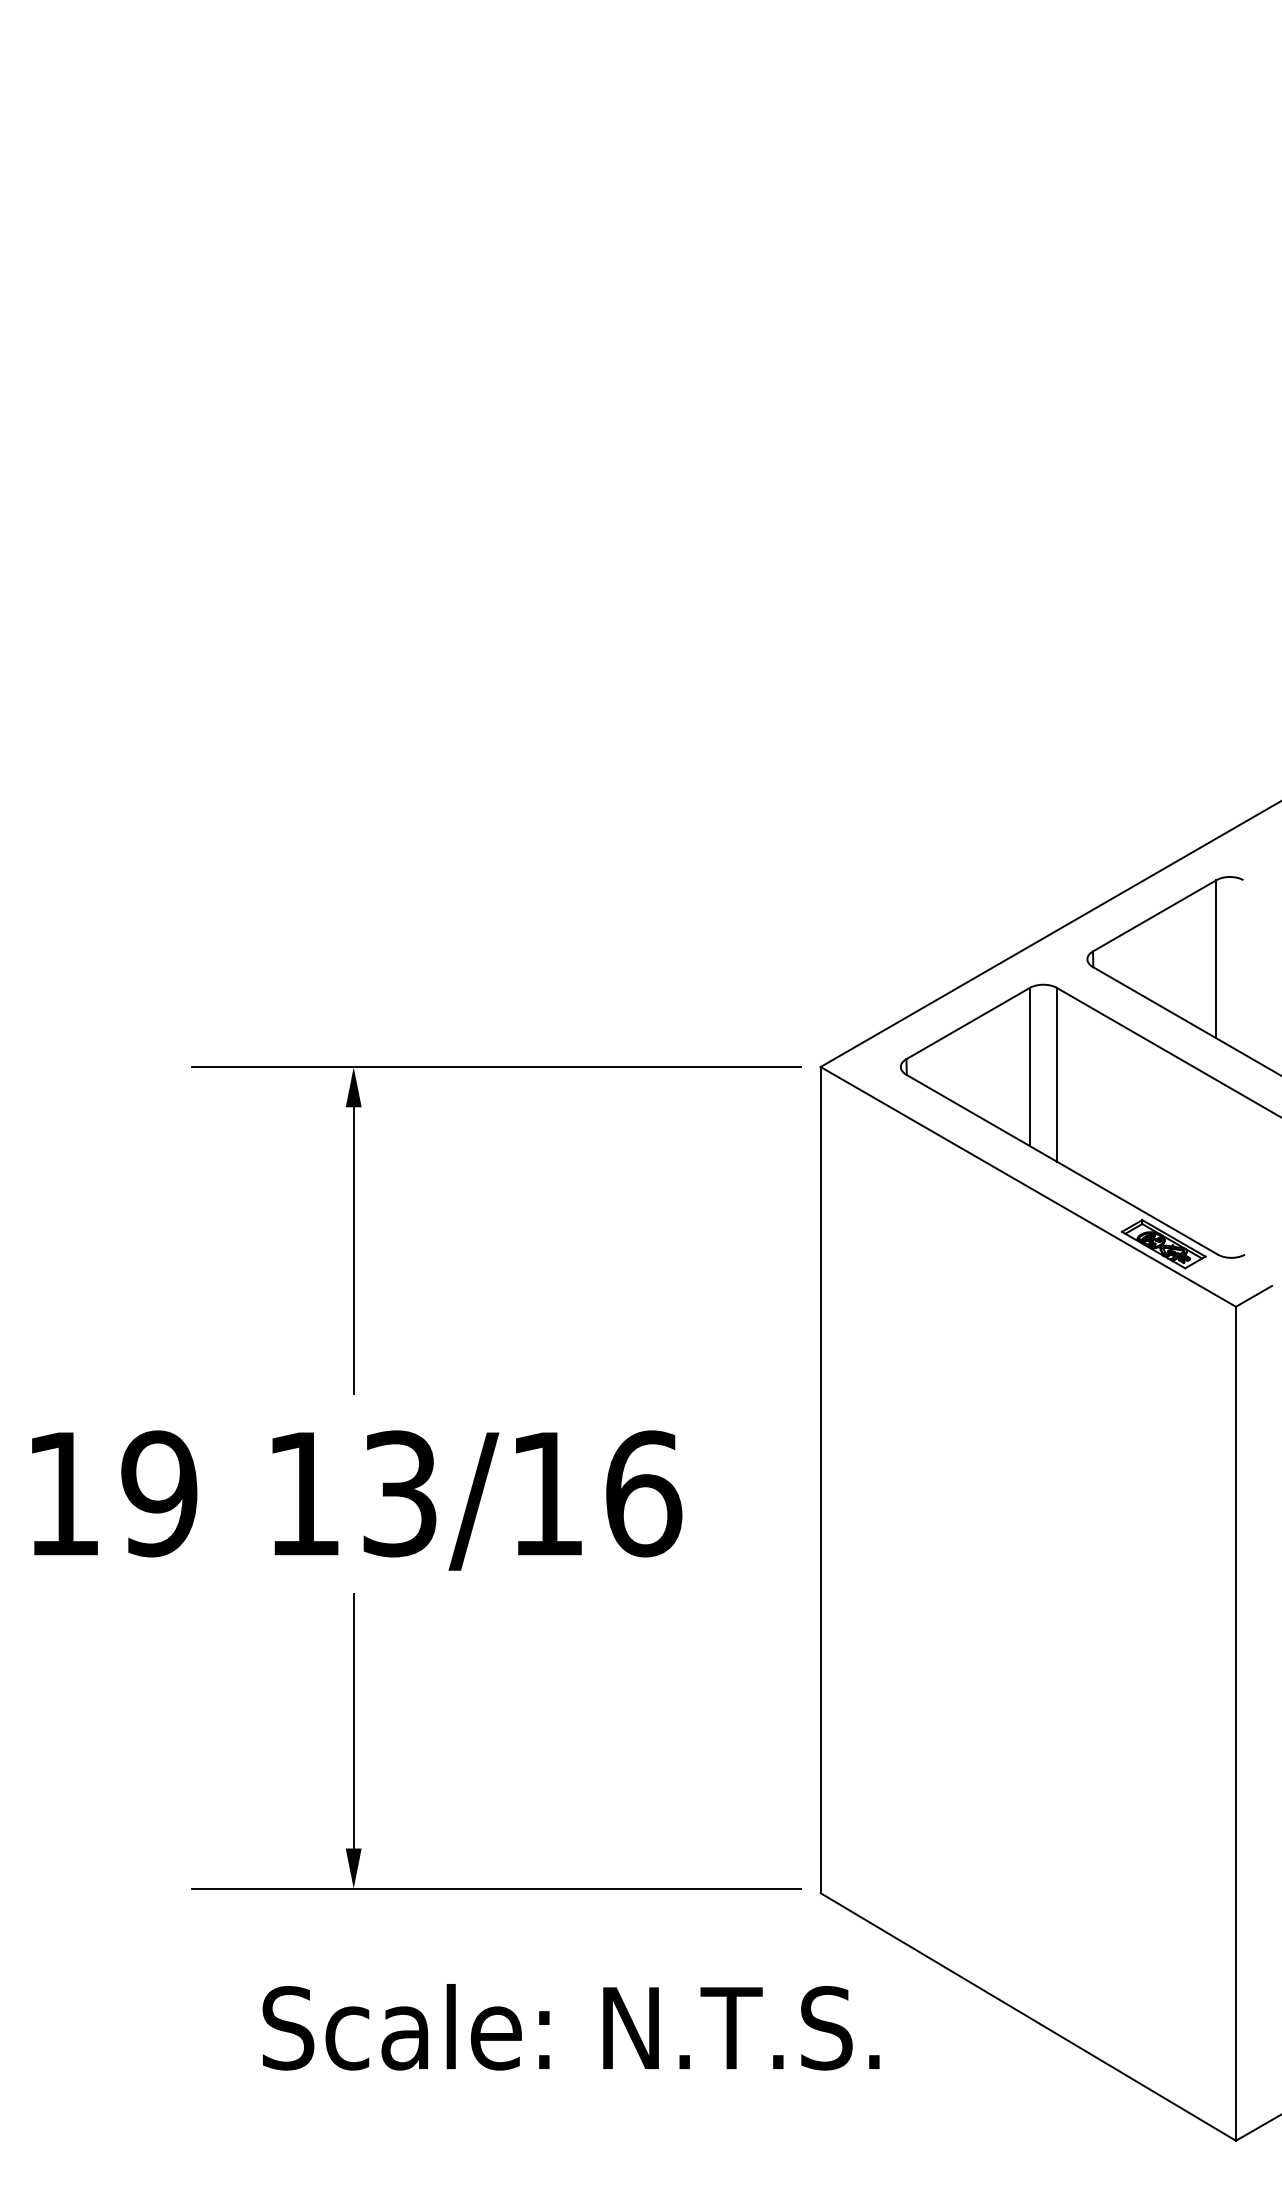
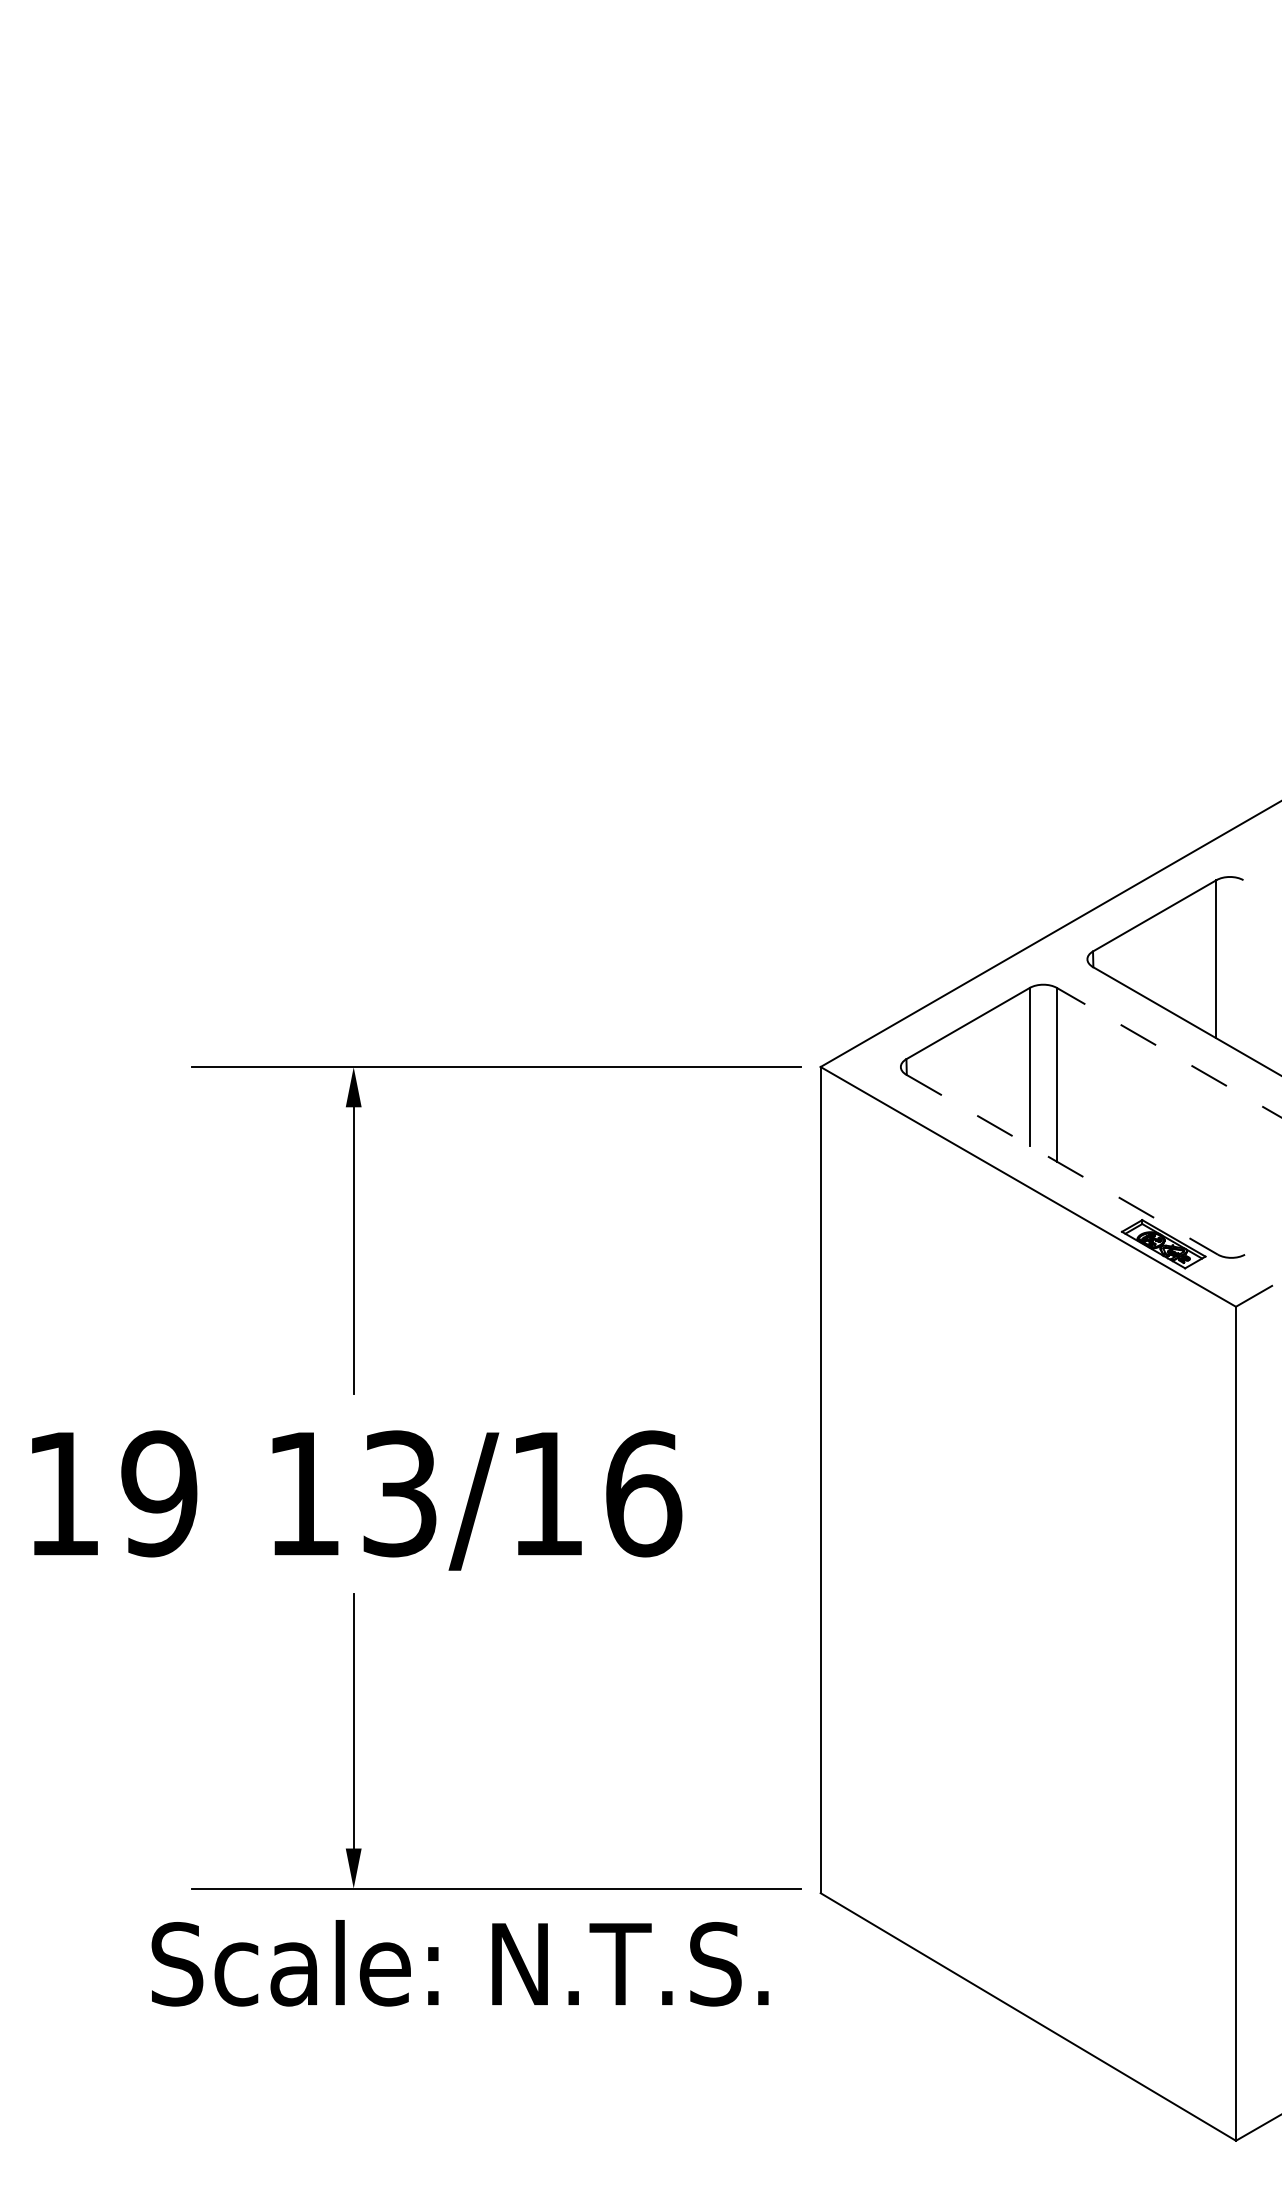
line at (1169, 1052): solid -> dashed
line at (1062, 1164): solid -> dashed
text at (570, 2027) position: (570, 2027) -> (459, 1963)
